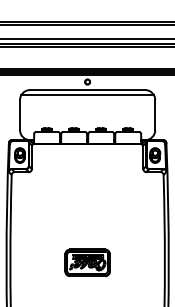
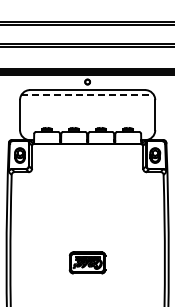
line at (86, 38): present -> none
line at (88, 95): solid -> dashed
part at (87, 262) size: 47x30 px -> 39x24 px
